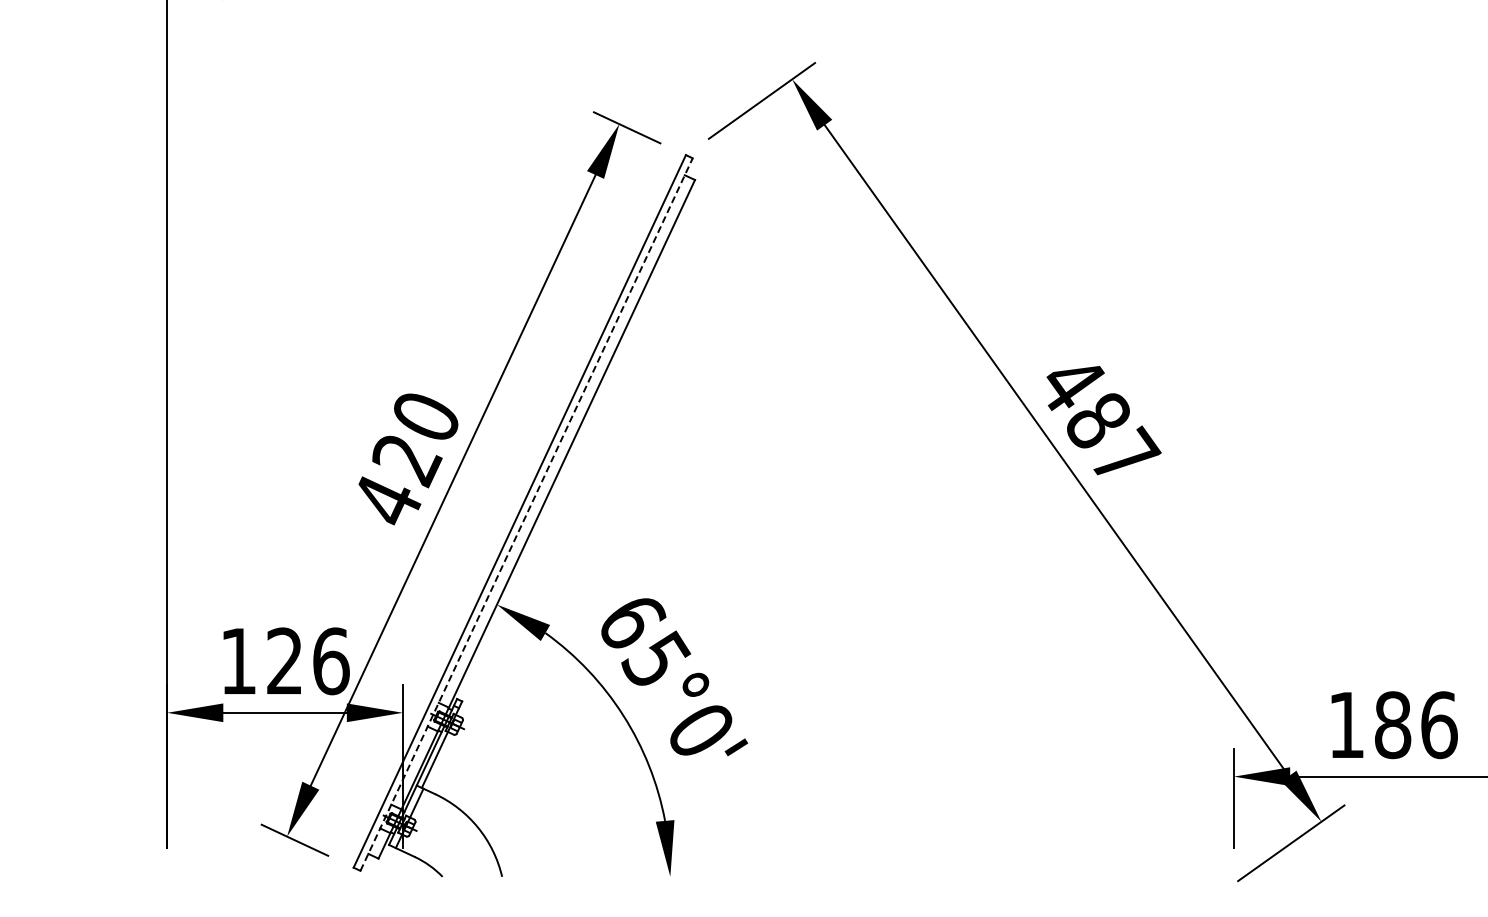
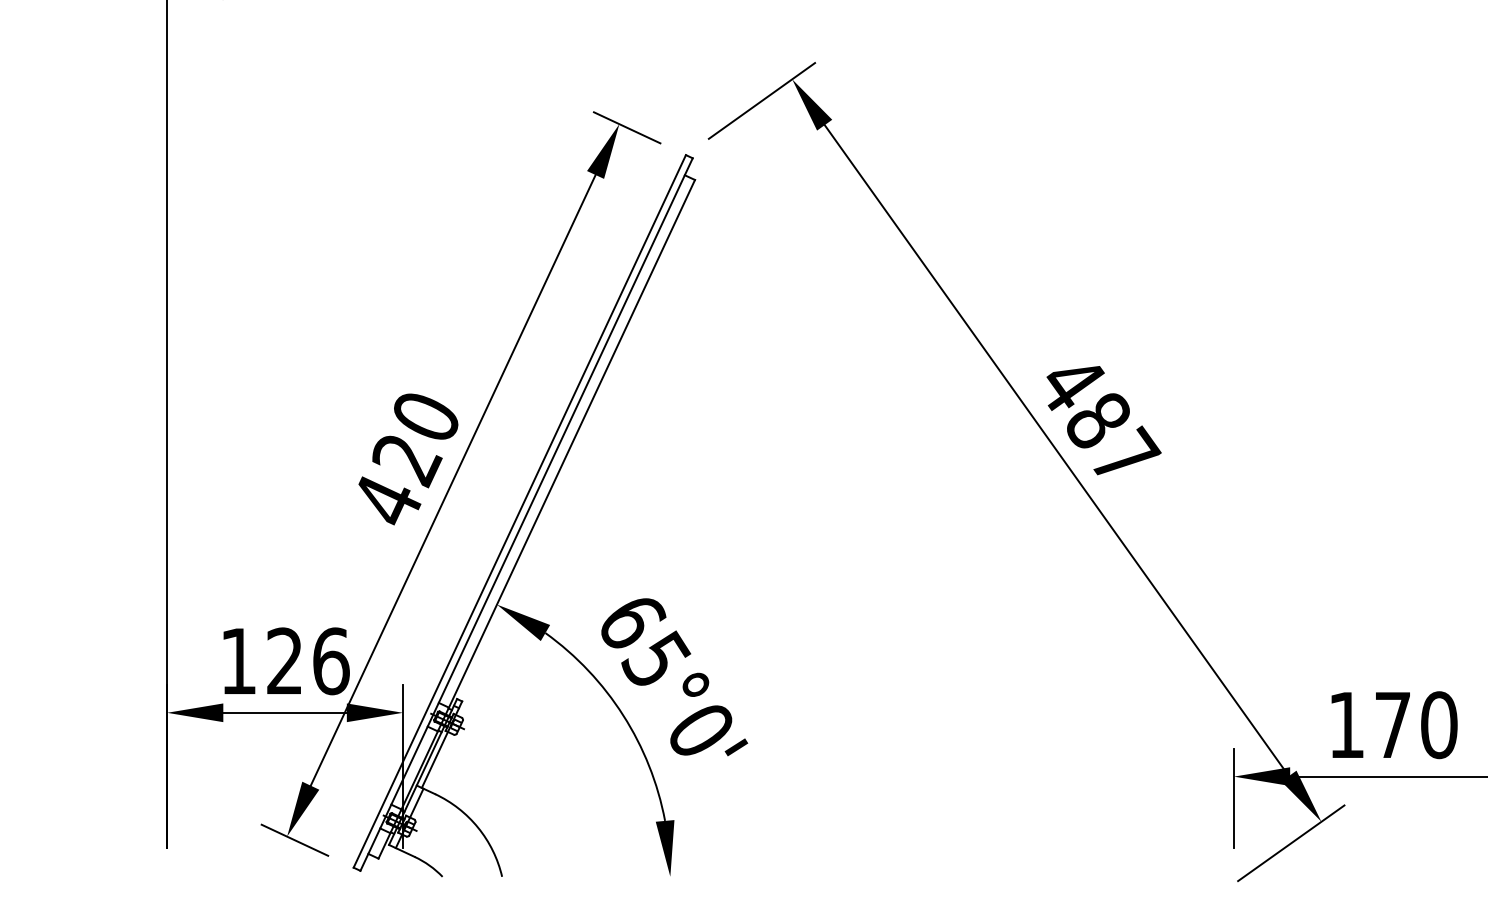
line at (526, 514): dashed -> solid
text at (1416, 725): 186 -> 170
